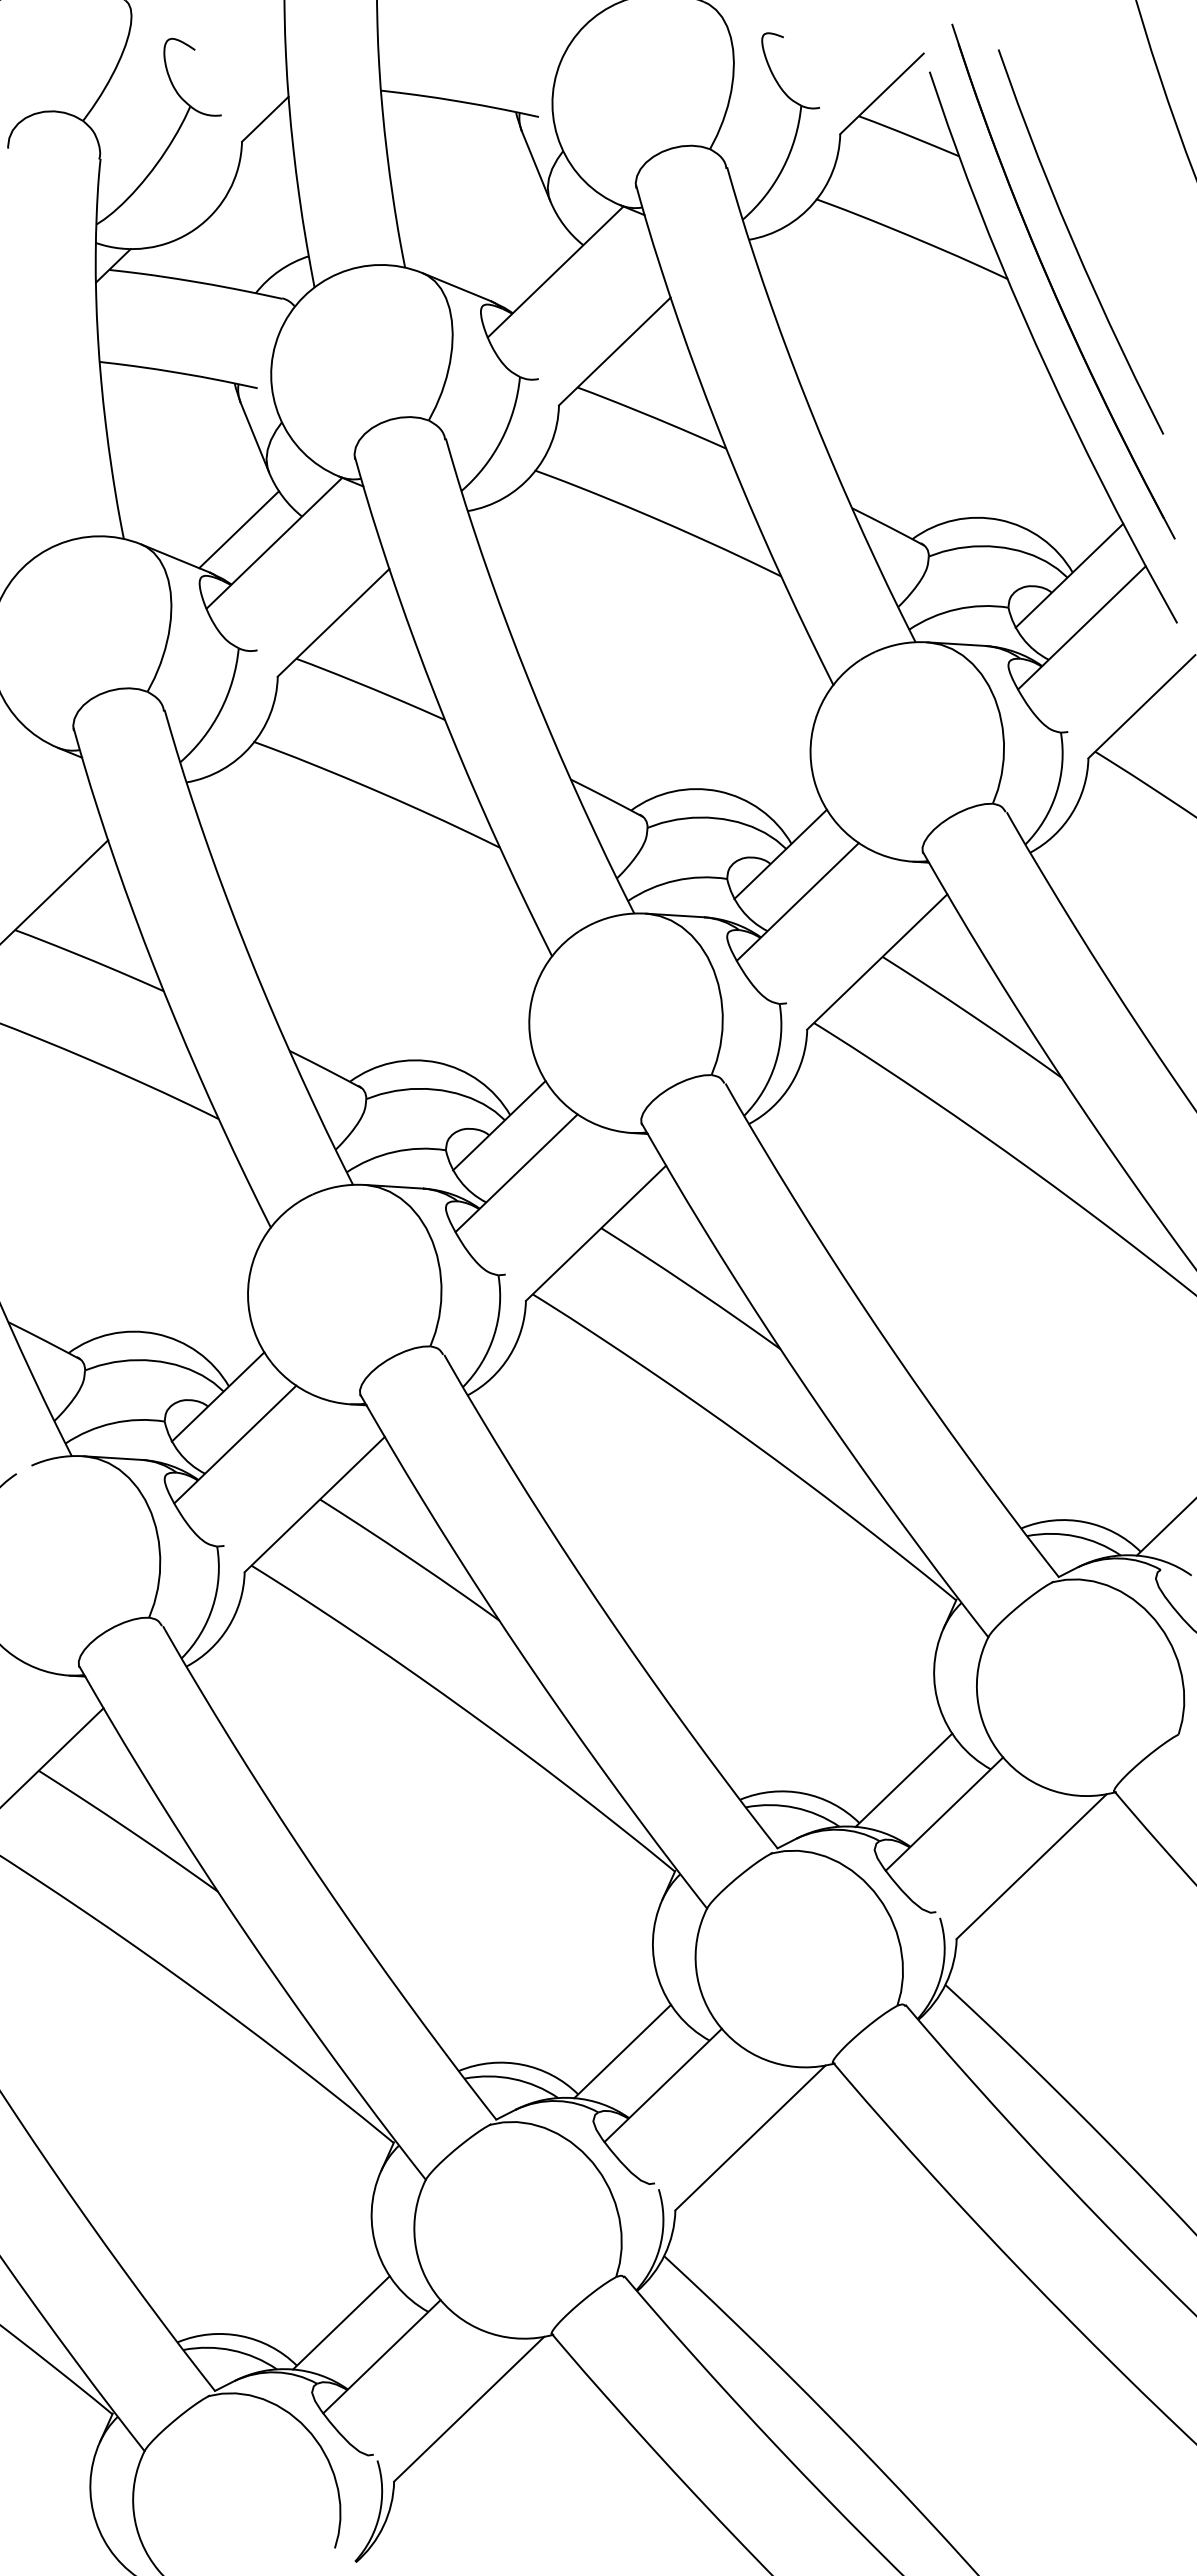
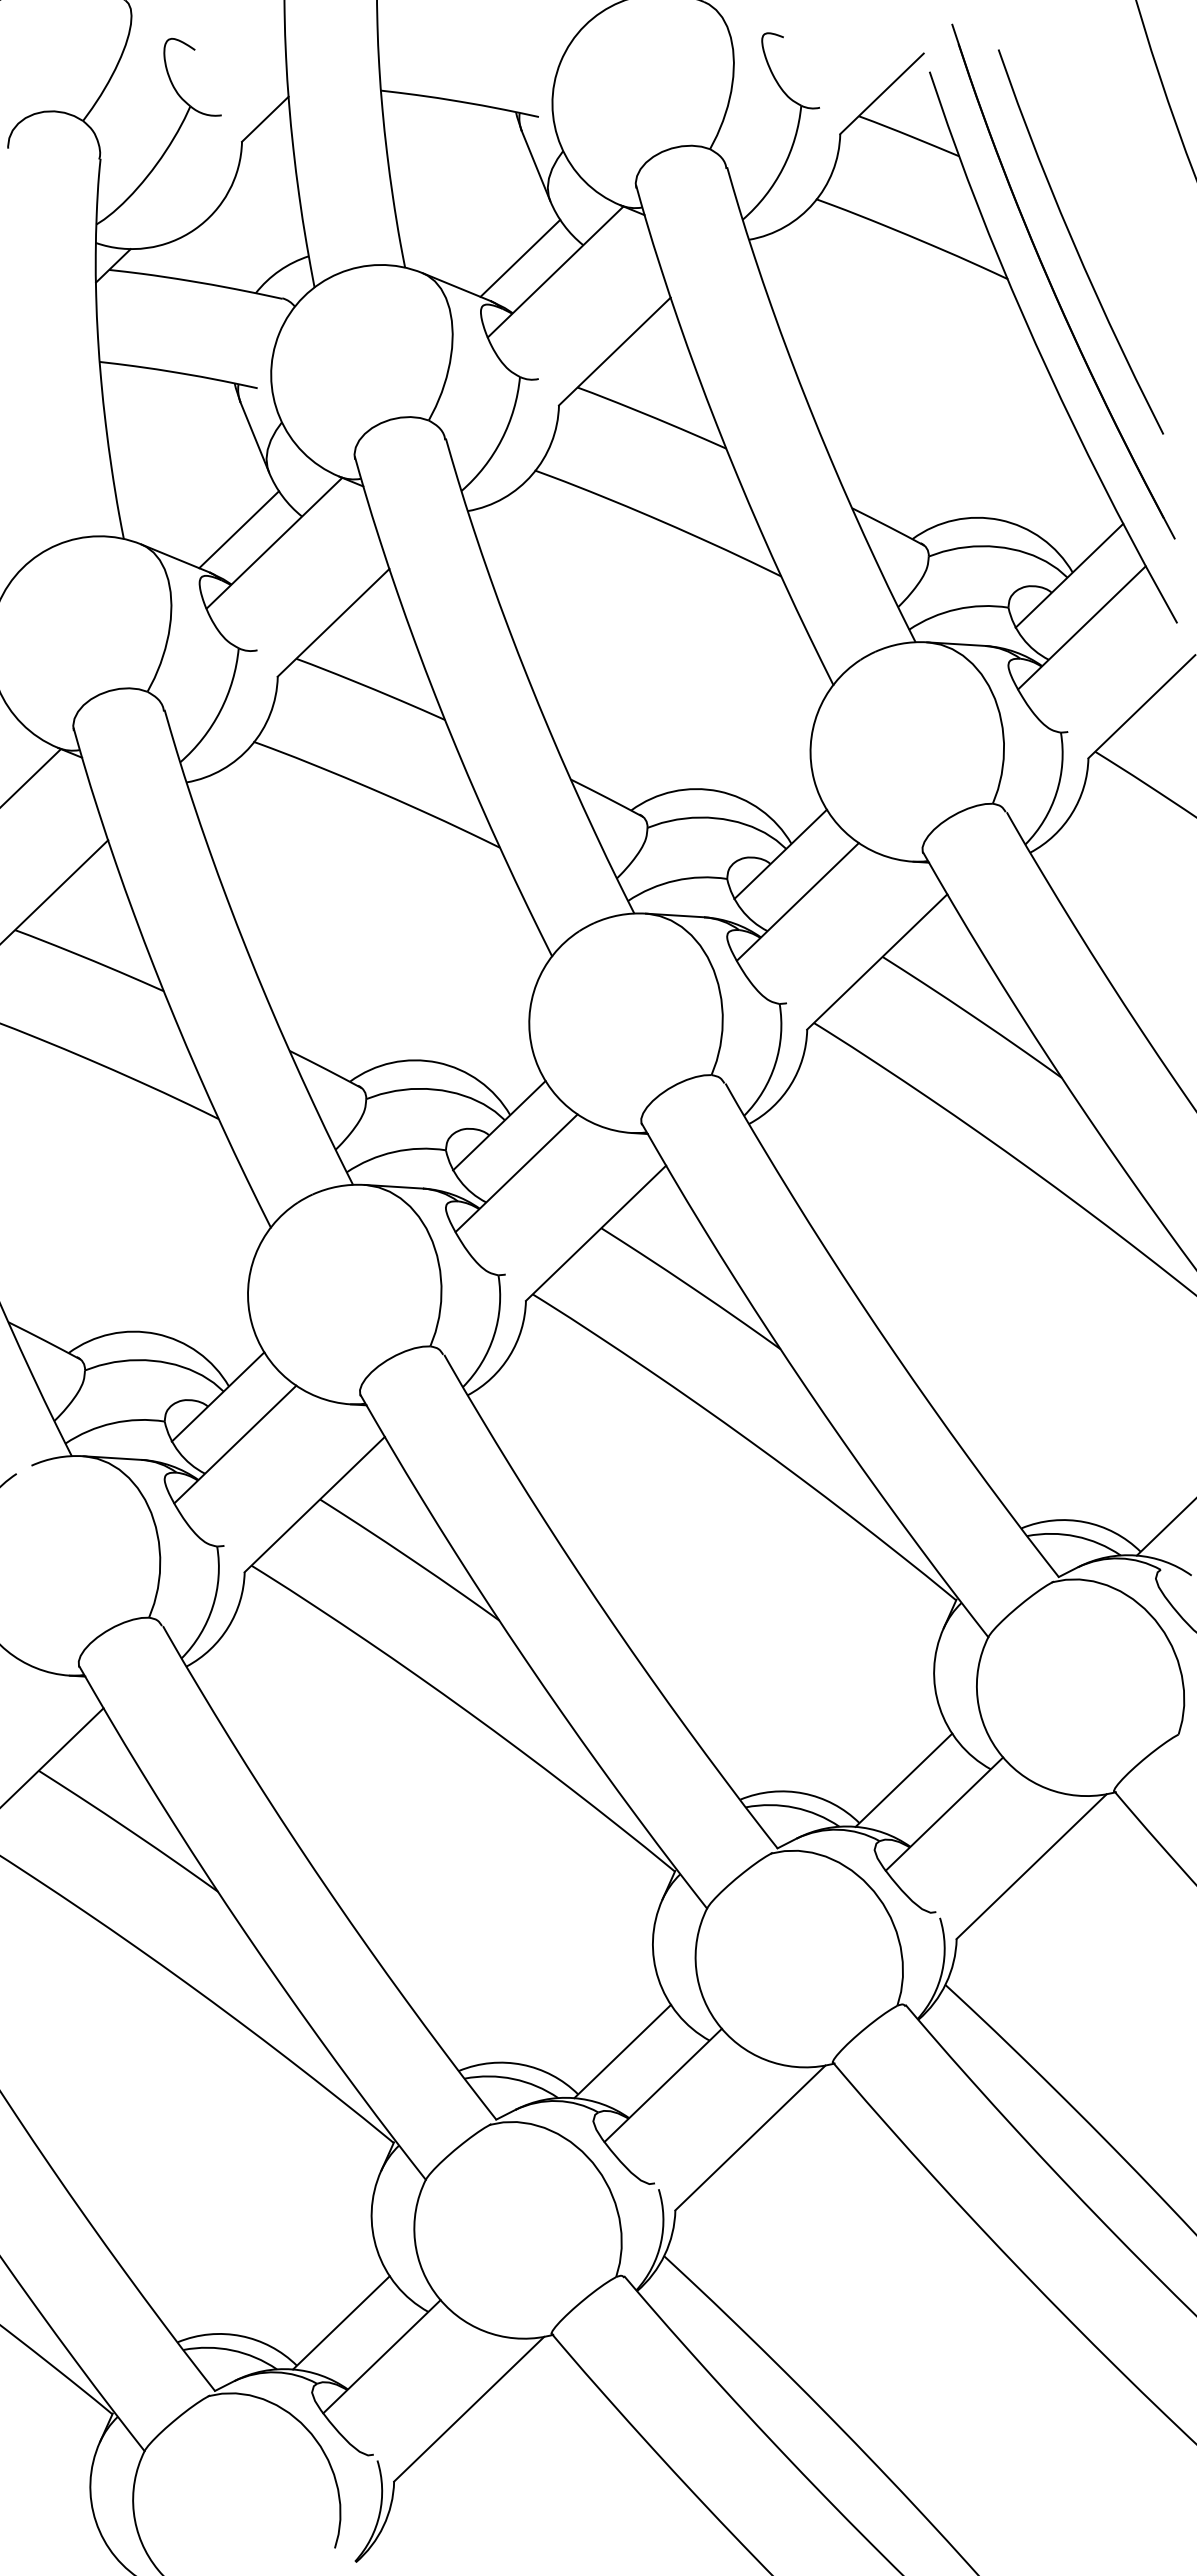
line at (520, 257): none -> present
line at (31, 777): none -> present
